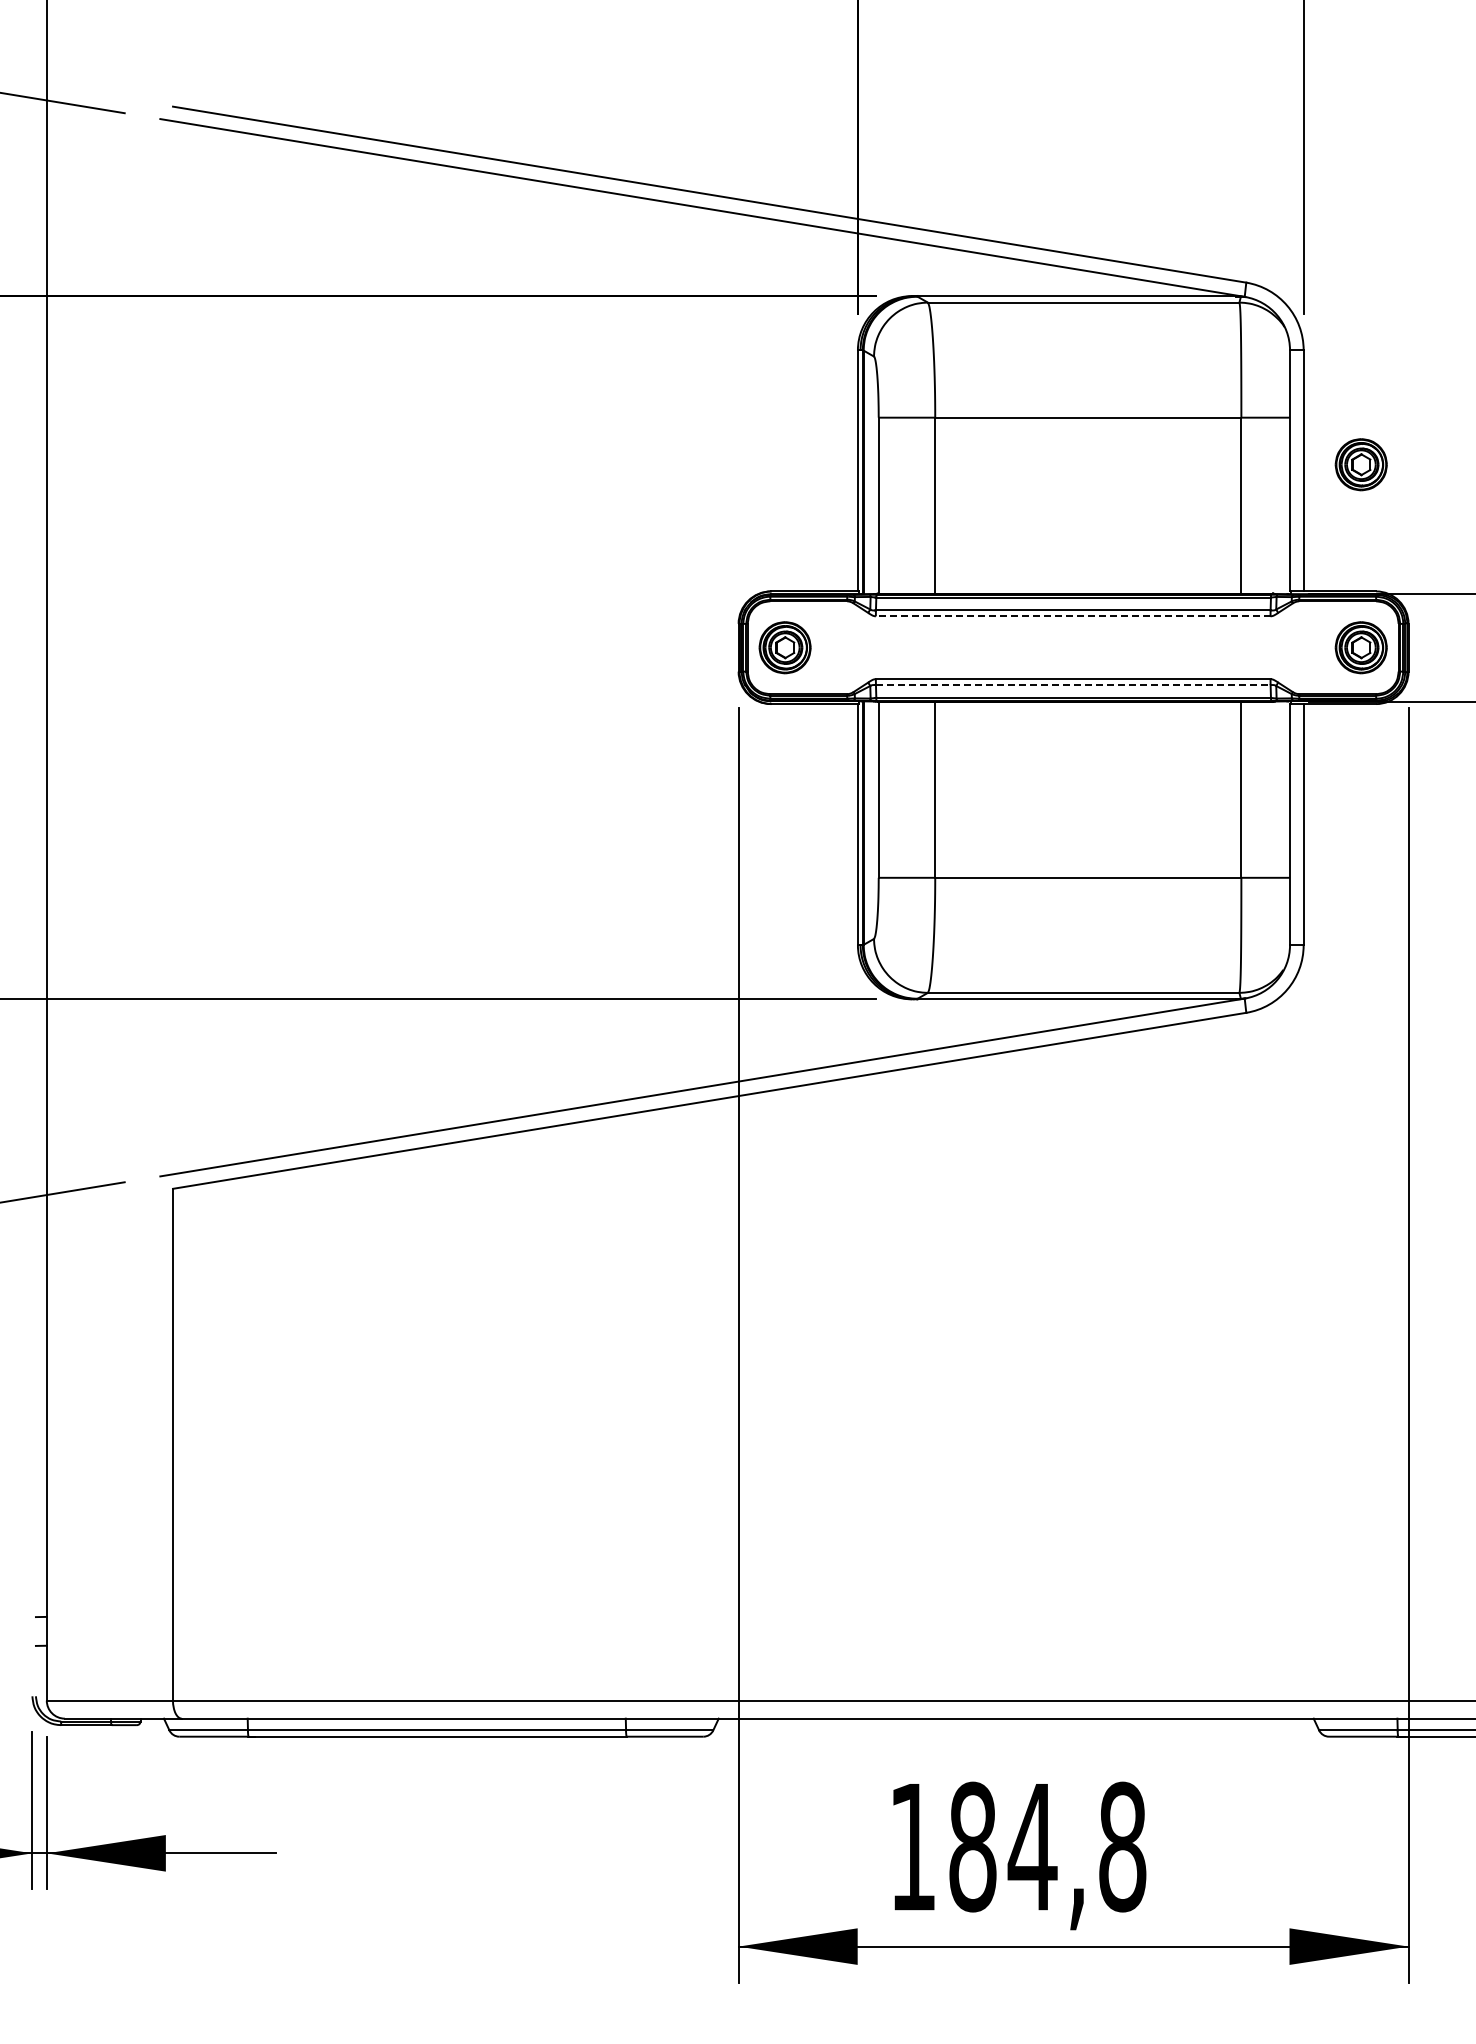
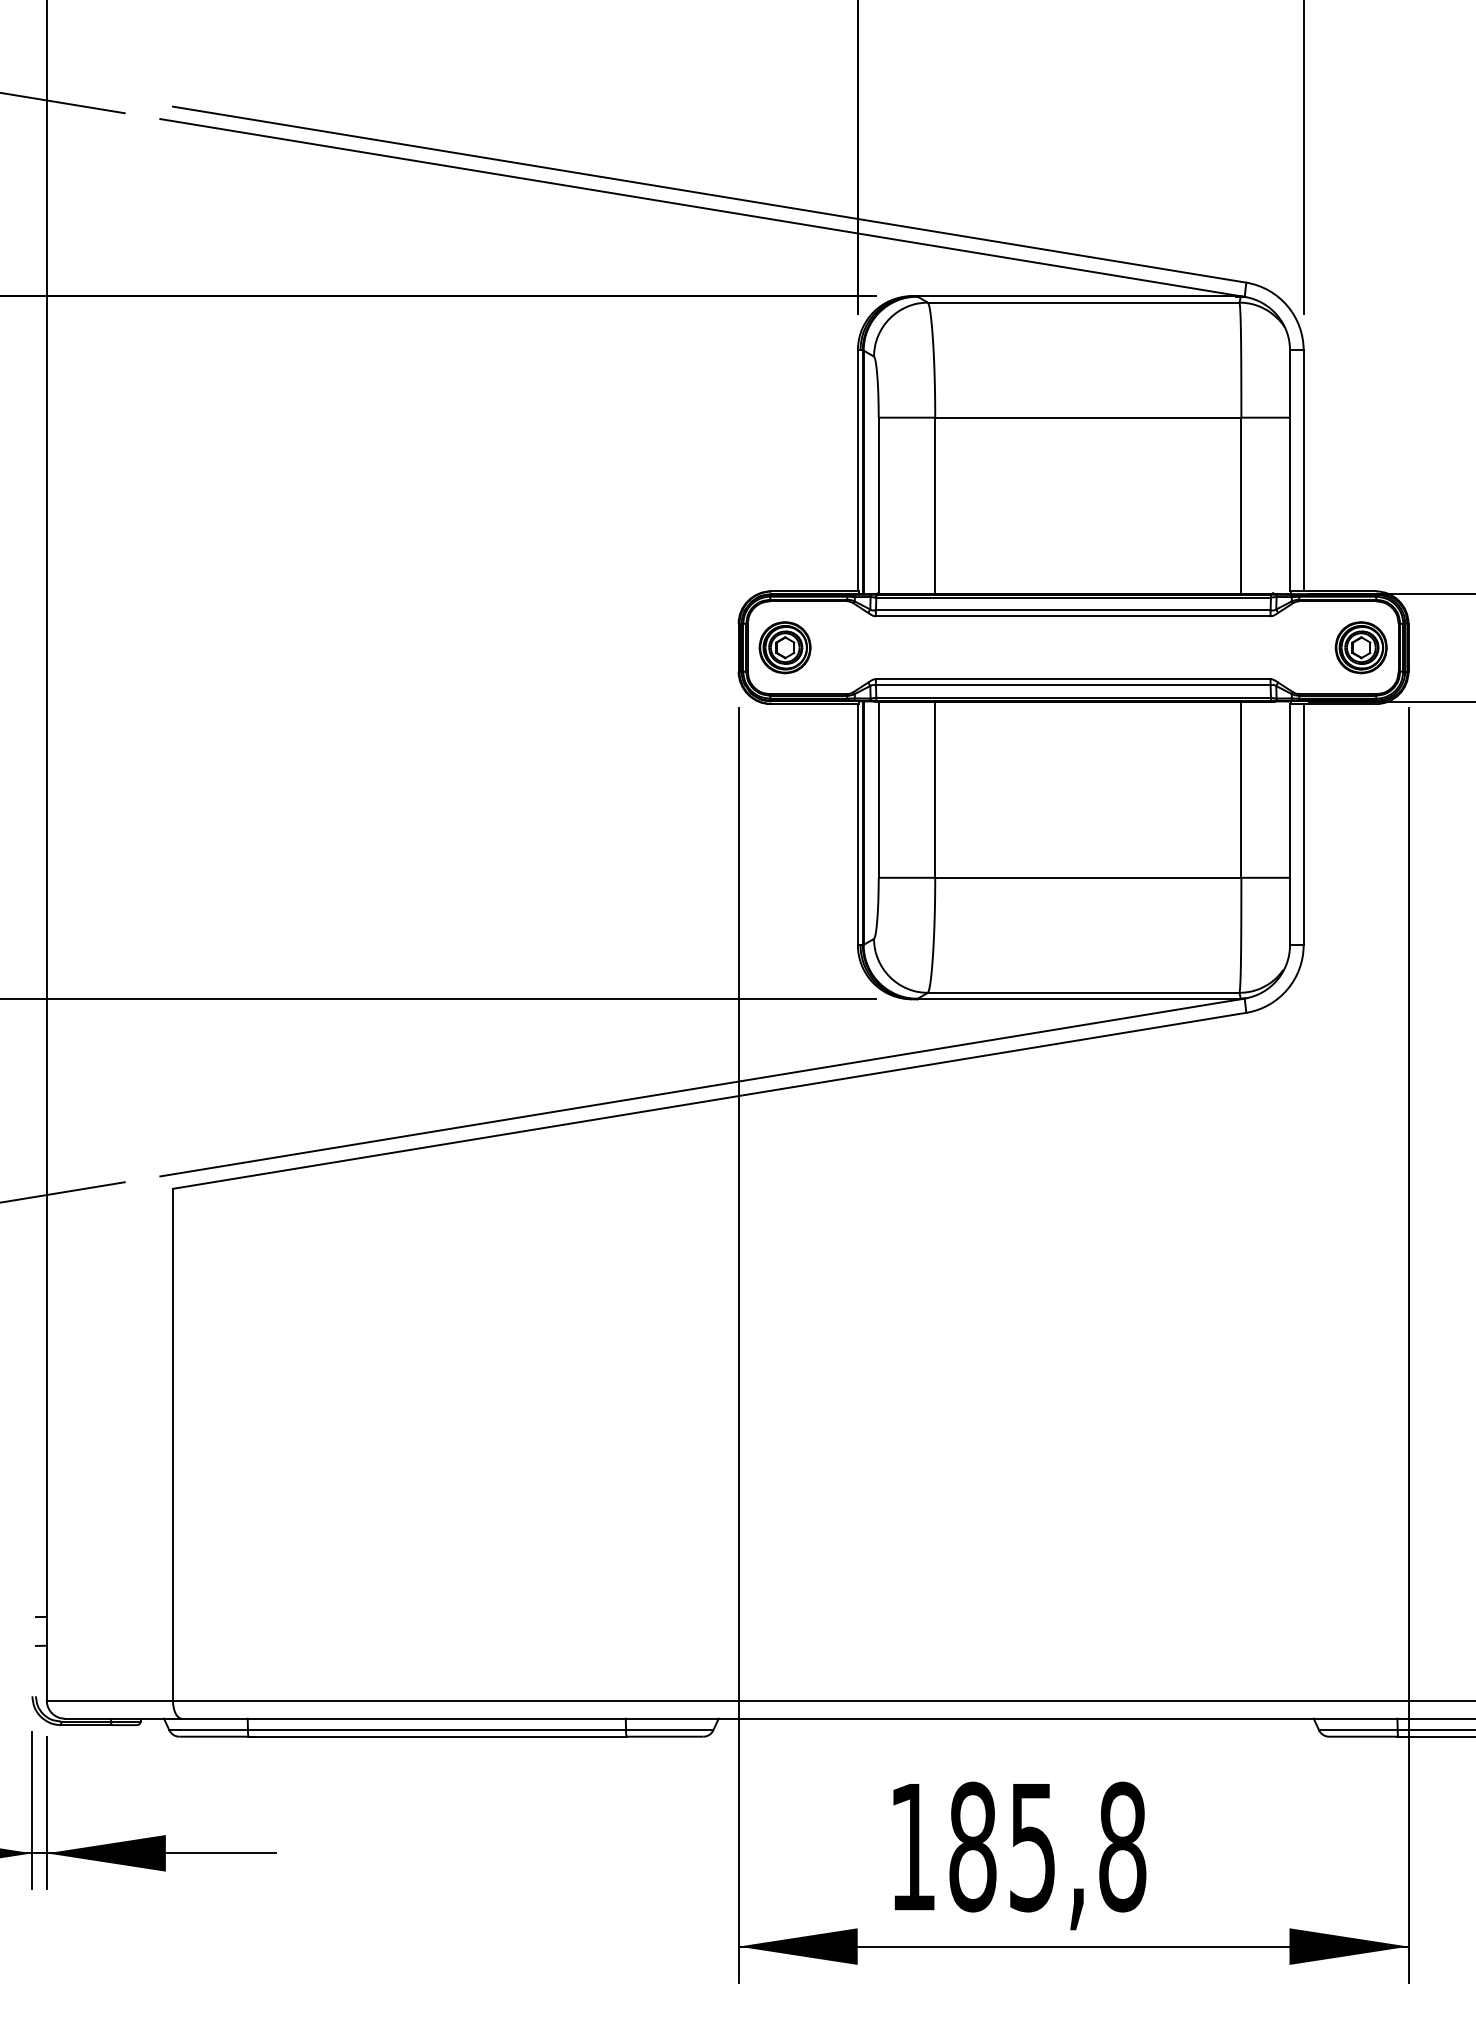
part at (1360, 464): present -> none
line at (1072, 616): dashed -> solid
line at (1073, 685): dashed -> solid
text at (1032, 1848): 184,8 -> 185,8
